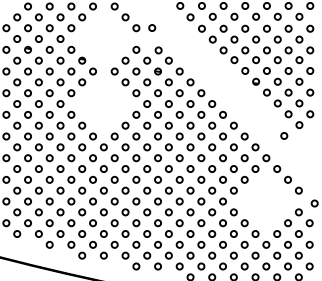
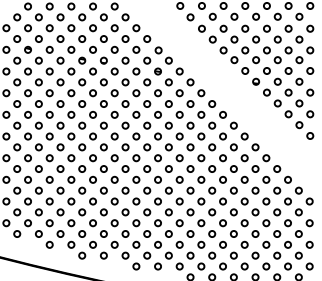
circle at (152, 27) position: (152, 27) -> (147, 38)
part at (103, 38): none -> present
part at (103, 103): none -> present
circle at (284, 135) position: (284, 135) -> (310, 135)
part at (265, 201): none -> present
circle at (314, 203) position: (314, 203) -> (309, 201)
